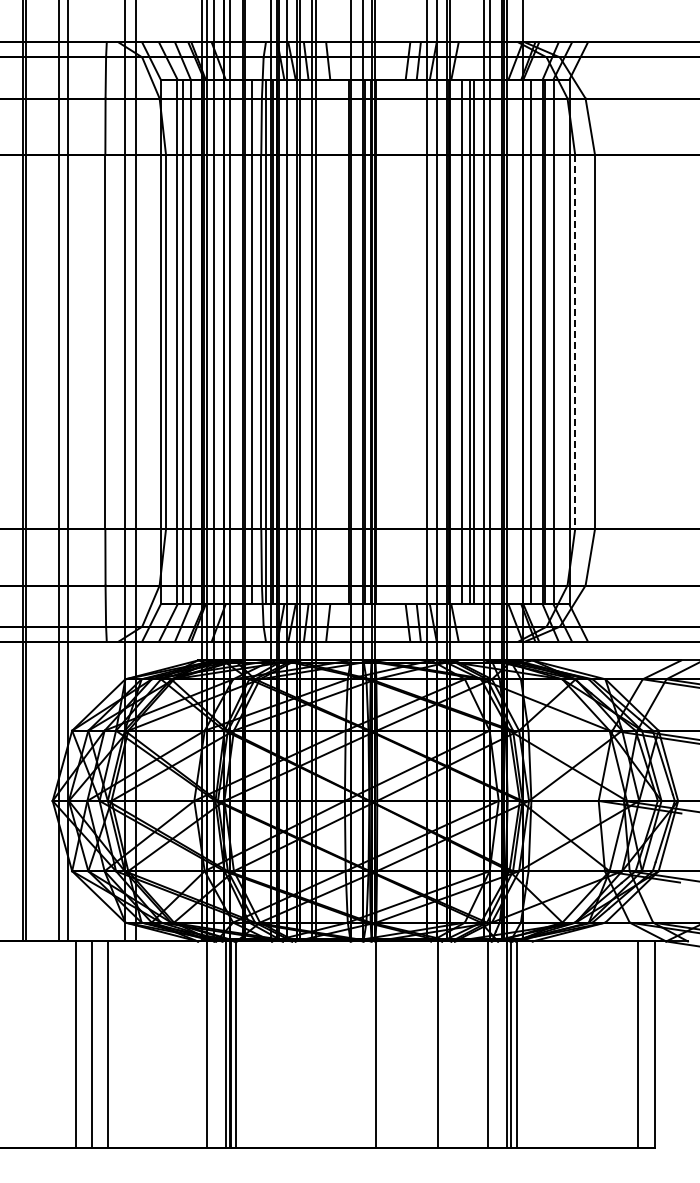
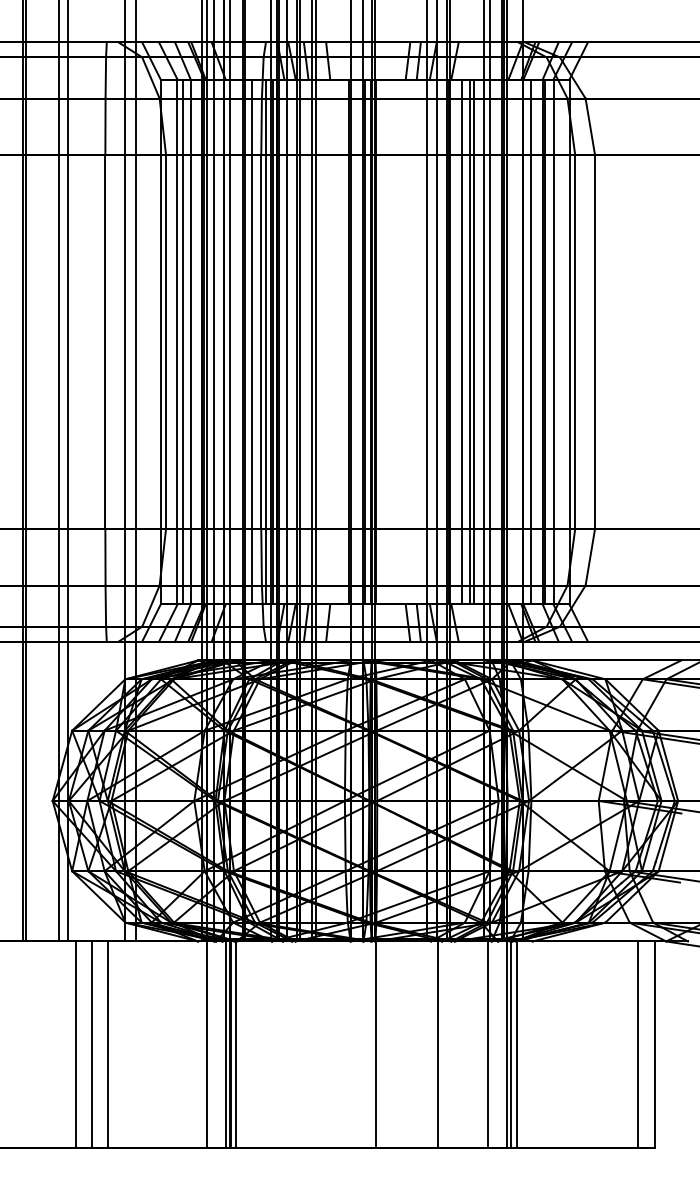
line at (575, 342): dashed -> solid
